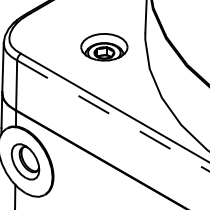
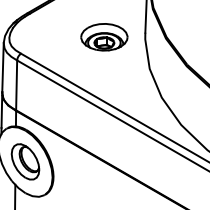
part at (104, 47) position: (104, 47) -> (104, 37)
line at (113, 115): dashed -> solid
